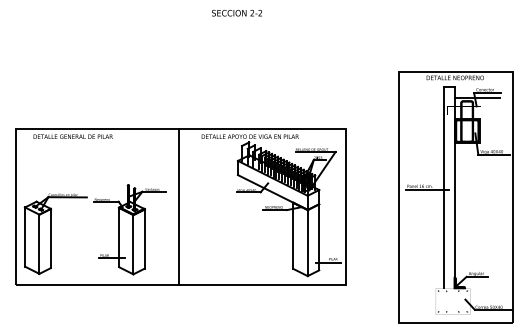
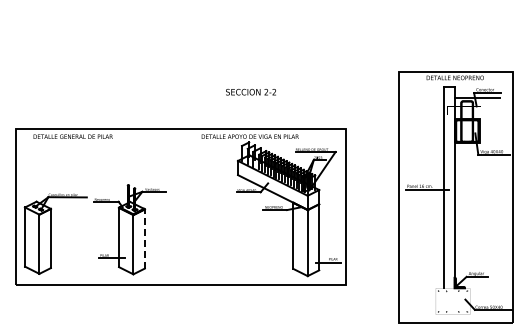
text at (236, 12) position: (236, 12) -> (250, 91)
line at (179, 206): present -> none
line at (144, 238): solid -> dashed
